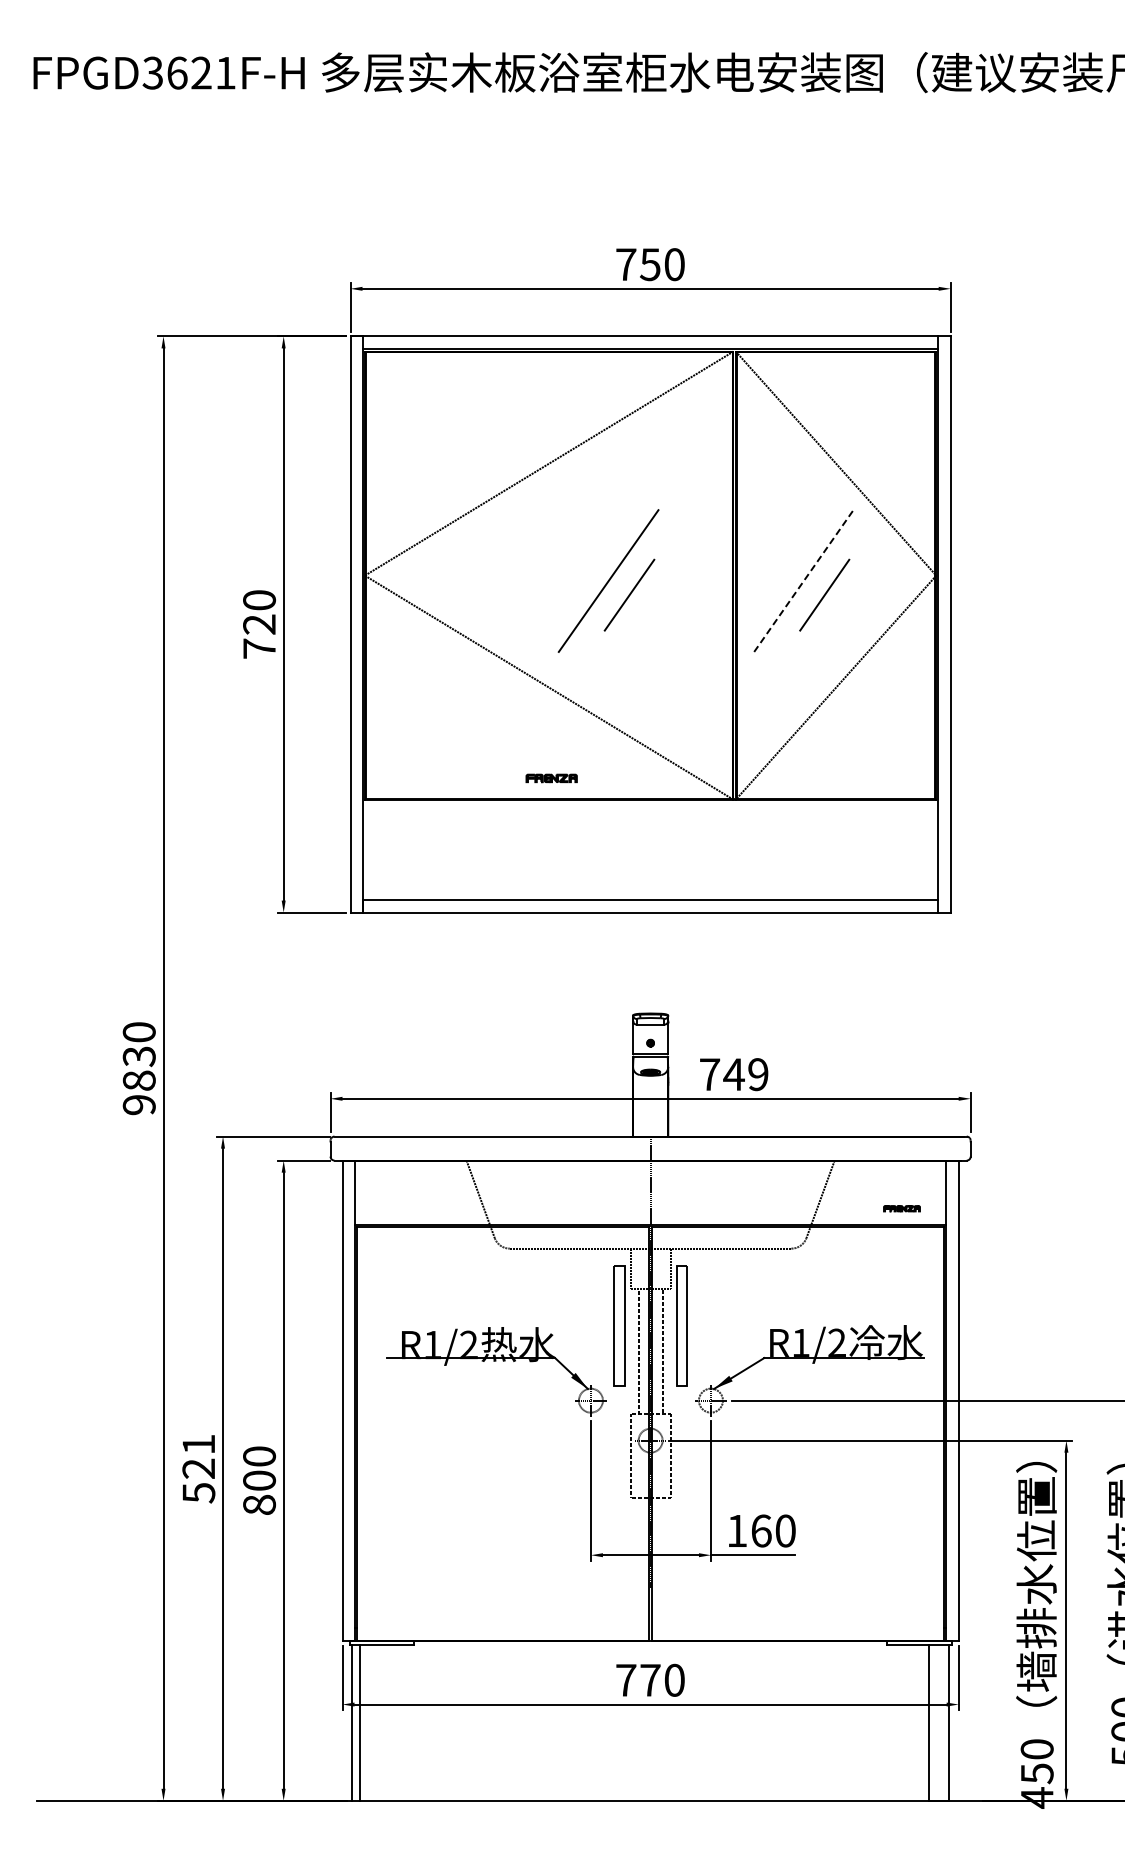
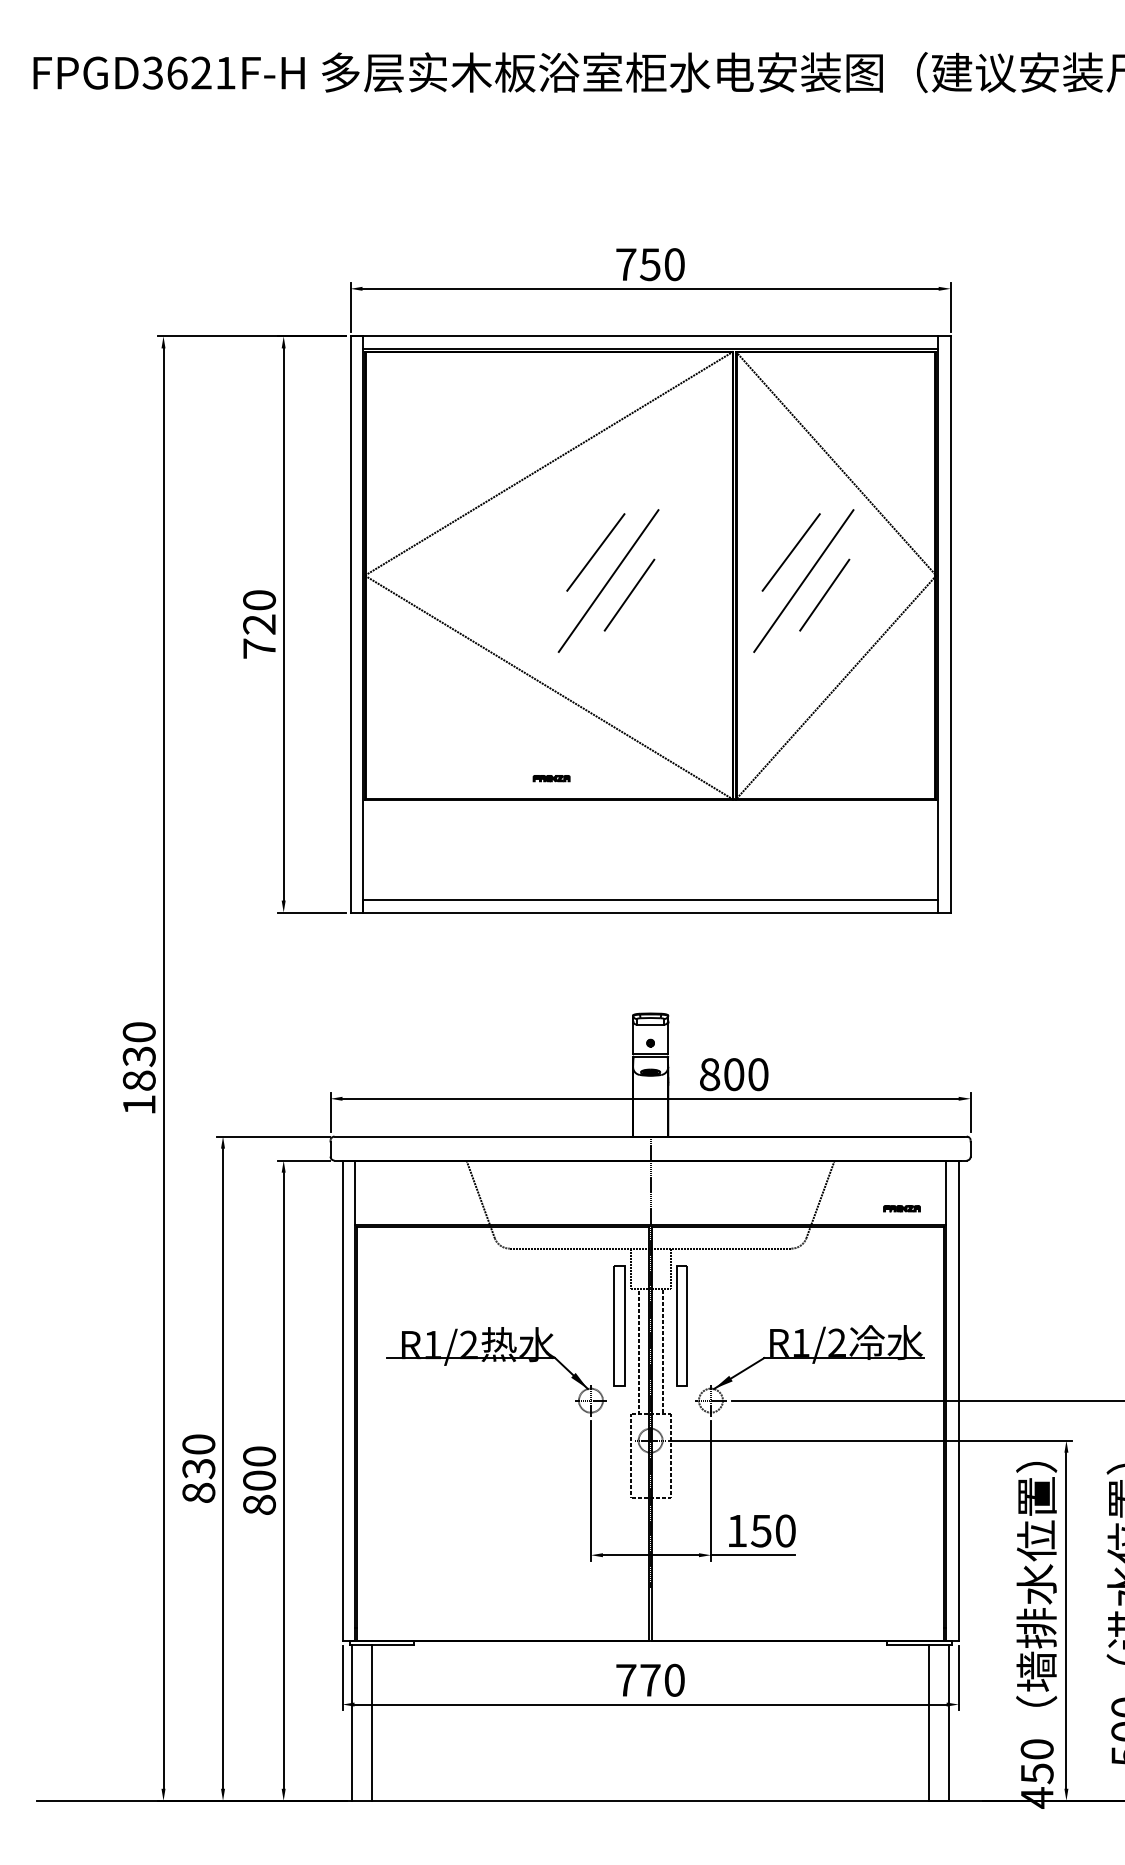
line at (595, 552): none -> present
line at (790, 552): none -> present
line at (803, 581): dashed -> solid
part at (551, 778) size: 53x11 px -> 39x8 px
text at (734, 1074): 749 -> 800
text at (138, 1105): 9830 -> 1830
text at (198, 1468): 521 -> 830
text at (760, 1530): 160 -> 150
line at (360, 1722) position: (360, 1722) -> (372, 1722)
